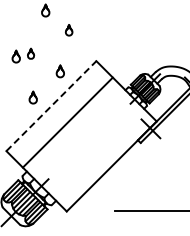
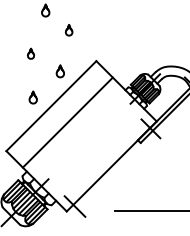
part at (15, 56): present -> none
line at (51, 106): dashed -> solid
line at (74, 206): none -> present
